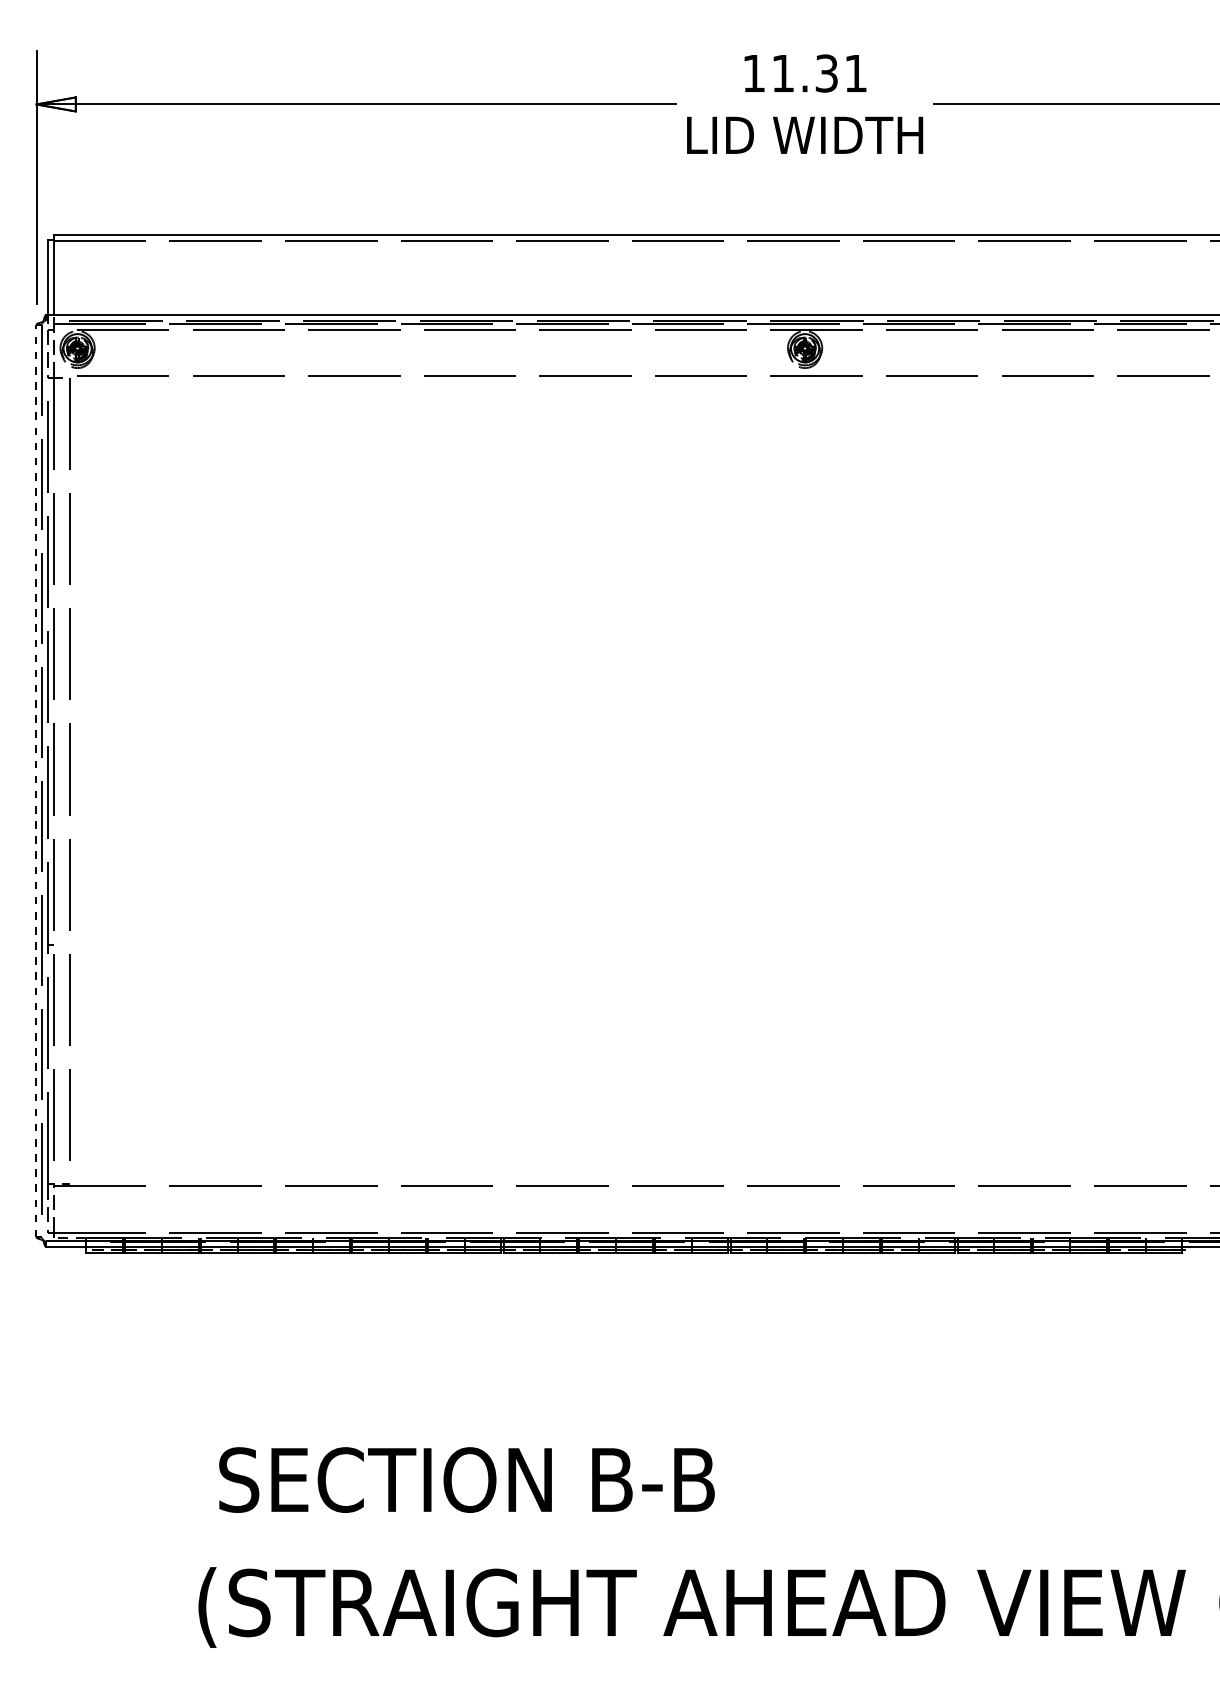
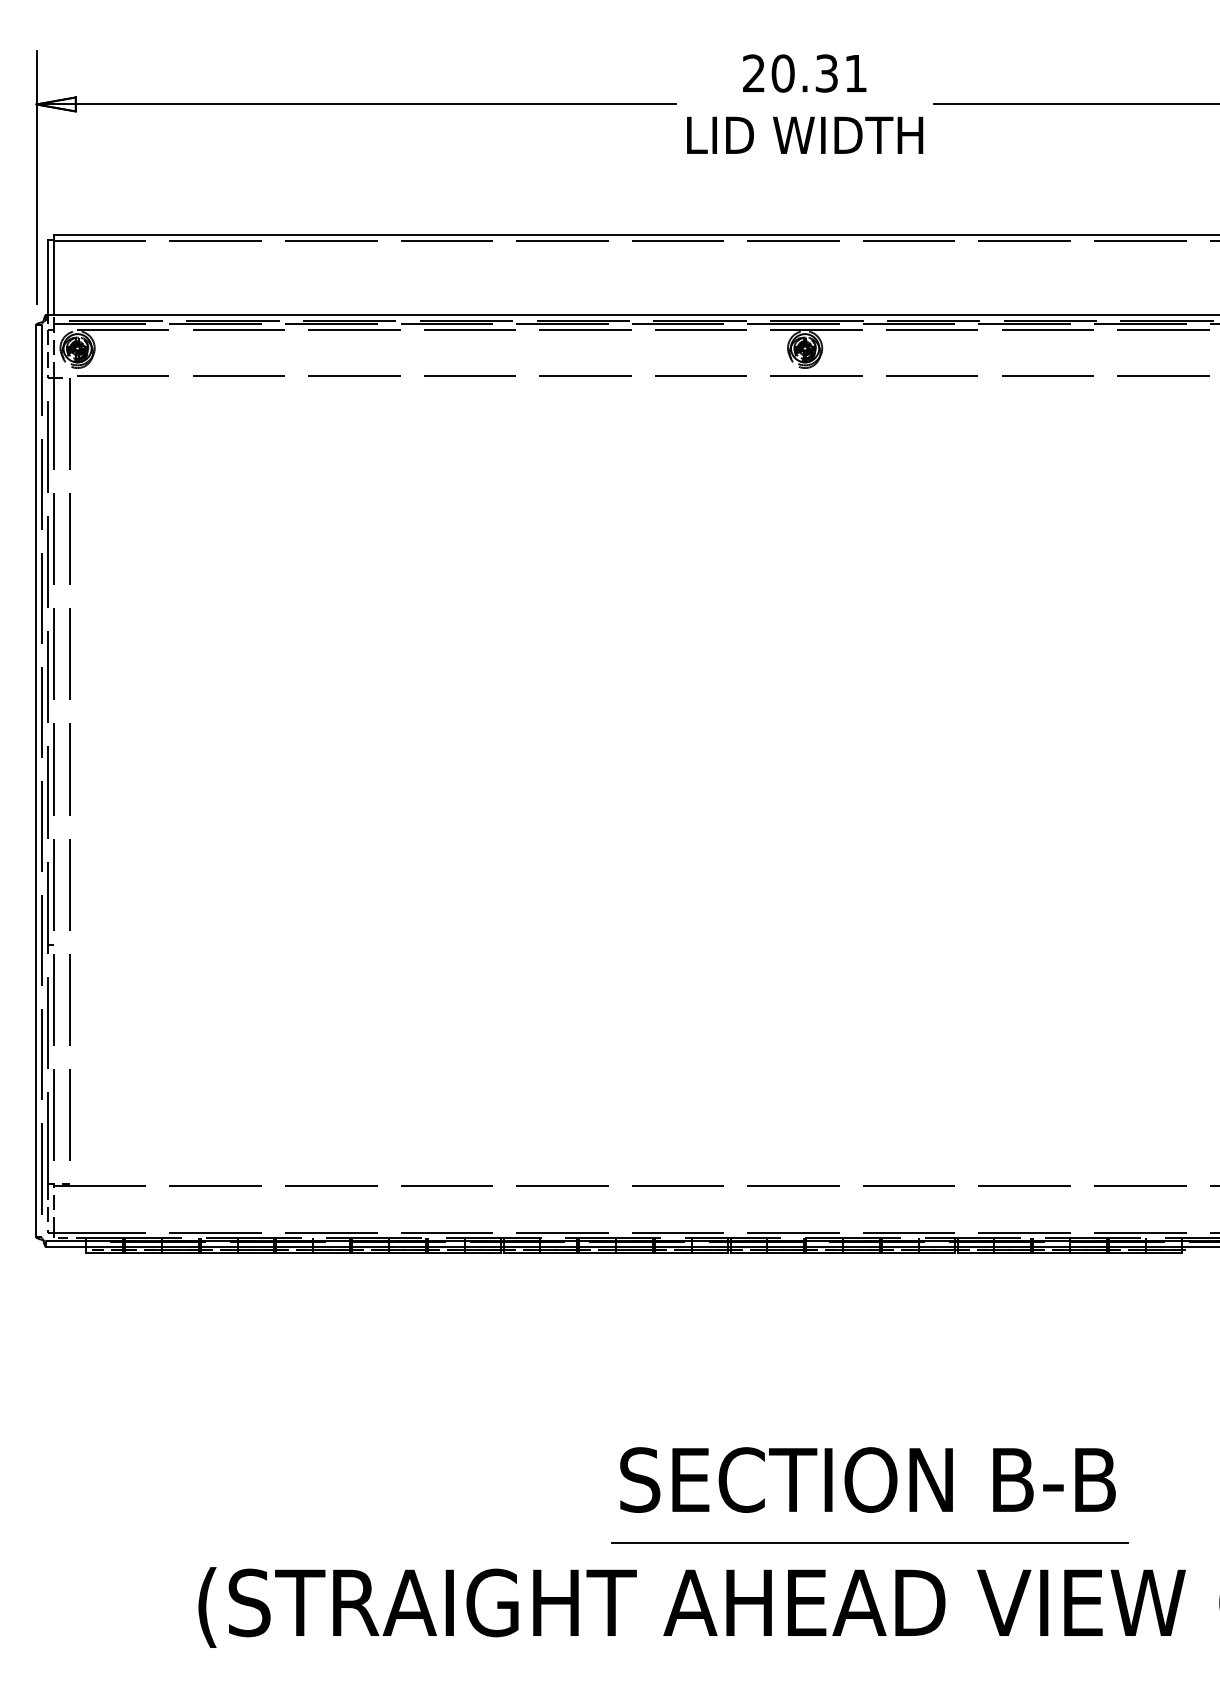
text at (768, 73): 11.31 -> 20.31
line at (36, 780): dashed -> solid
text at (466, 1479) position: (466, 1479) -> (867, 1479)
line at (869, 1542): none -> present
